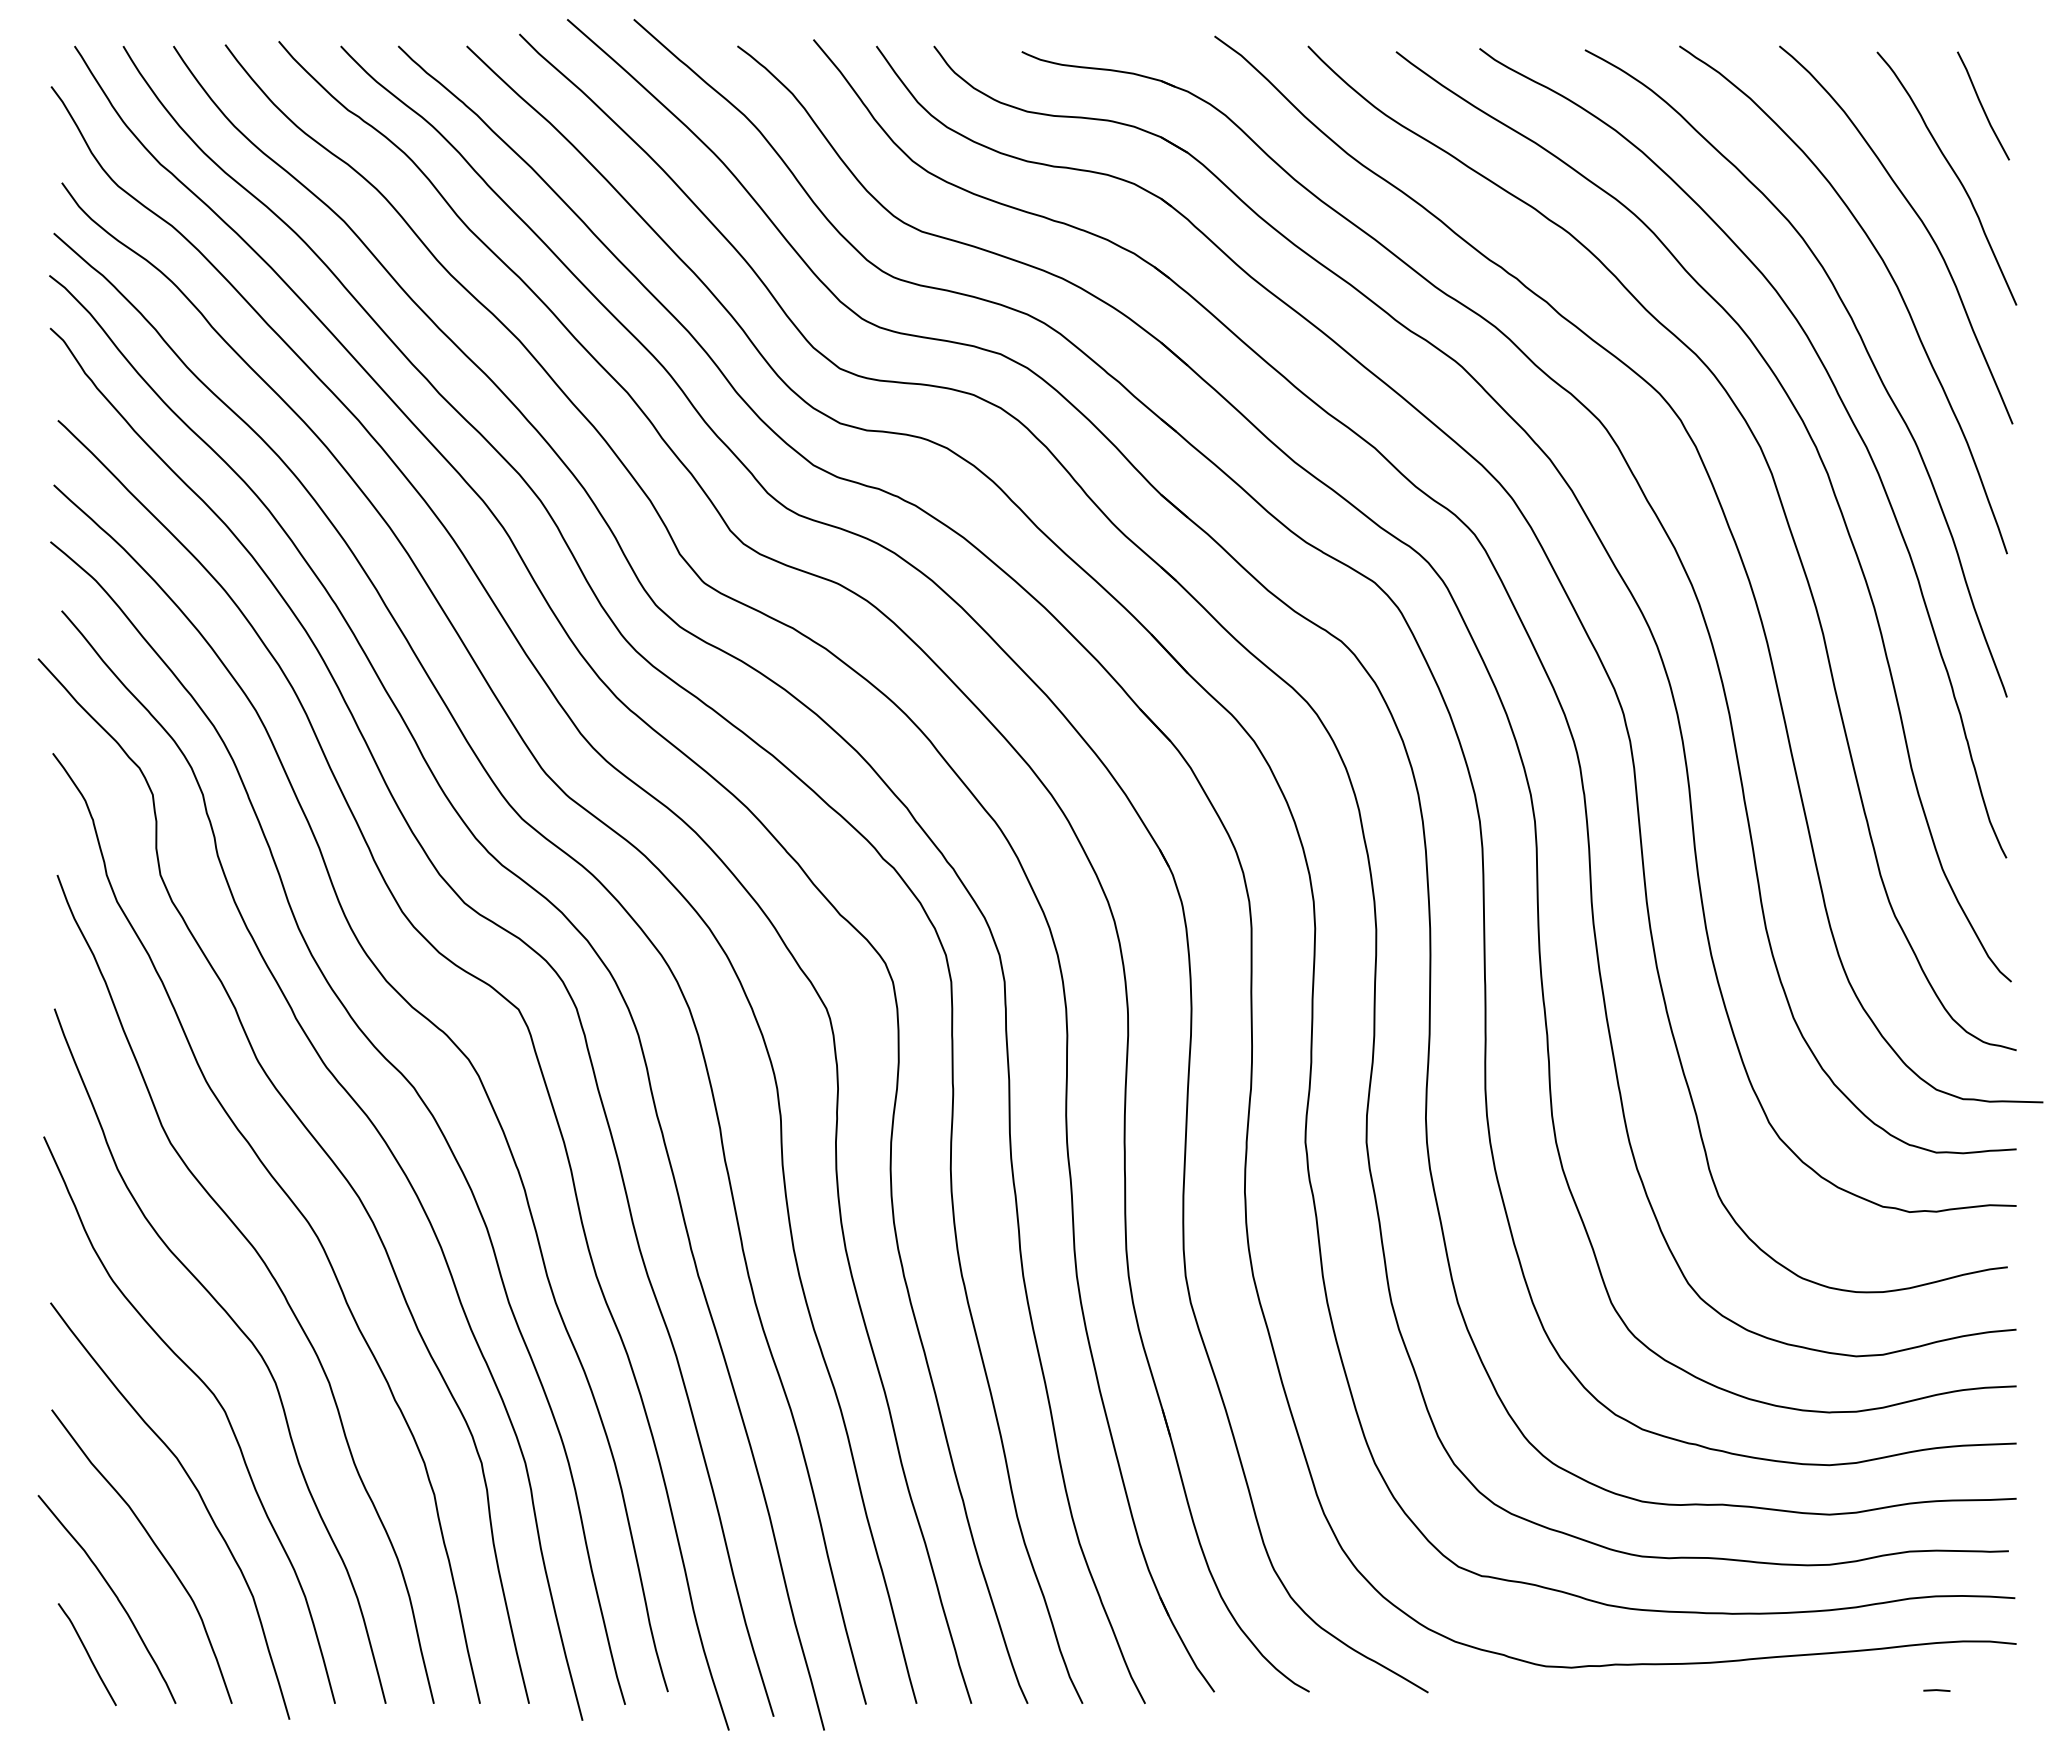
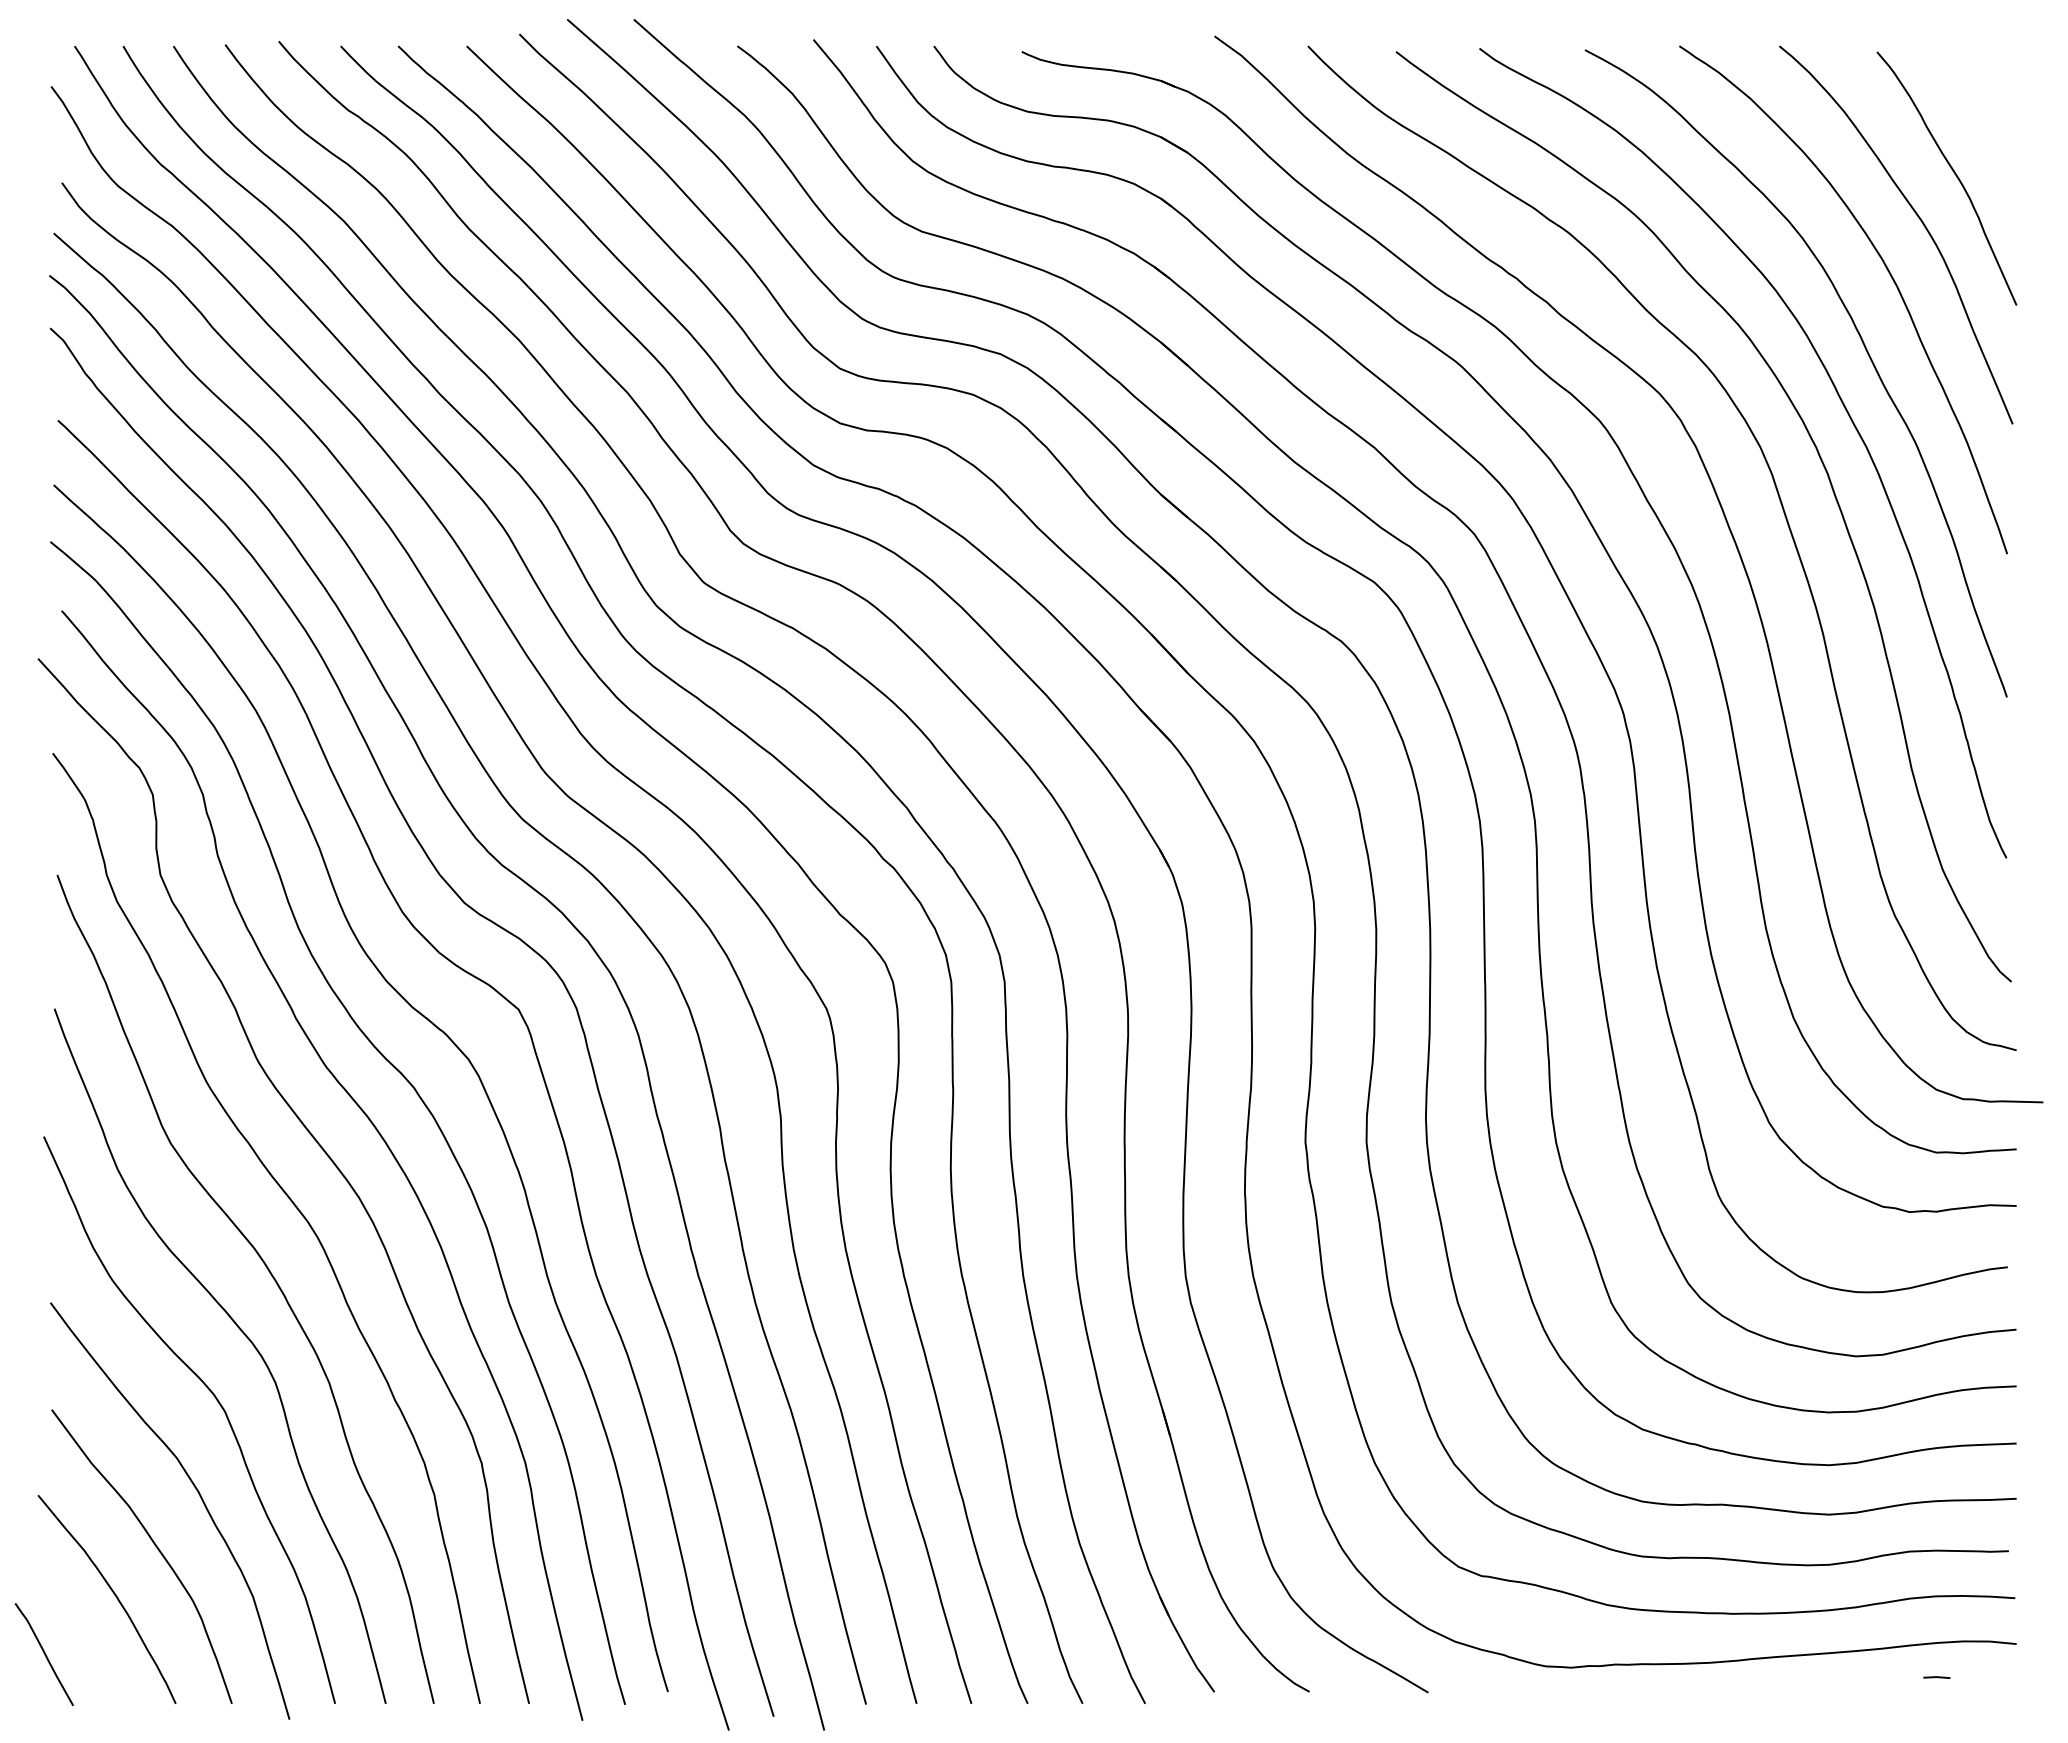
line at (1982, 105): present -> none
curve at (86, 1653) position: (86, 1653) -> (43, 1653)
line at (1936, 1690) position: (1936, 1690) -> (1936, 1677)
